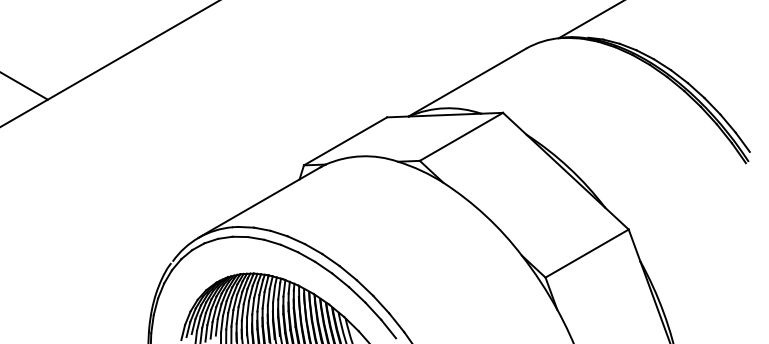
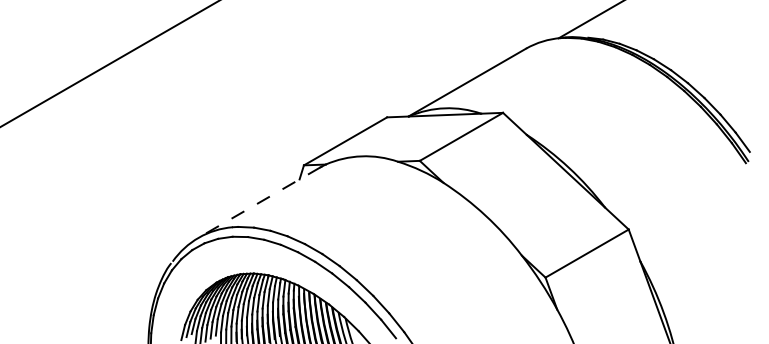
line at (24, 86): present -> none
line at (259, 202): solid -> dashed
